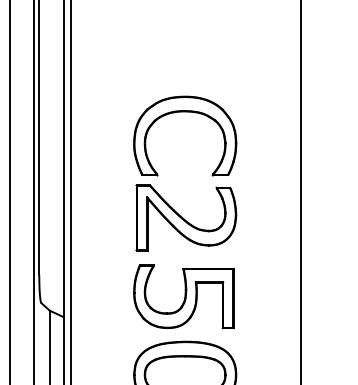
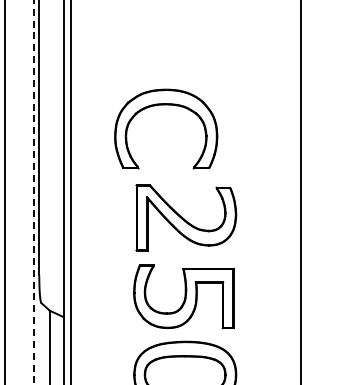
part at (185, 112) position: (185, 112) -> (166, 105)
line at (9, 191) position: (9, 191) -> (4, 191)
line at (33, 192): solid -> dashed
